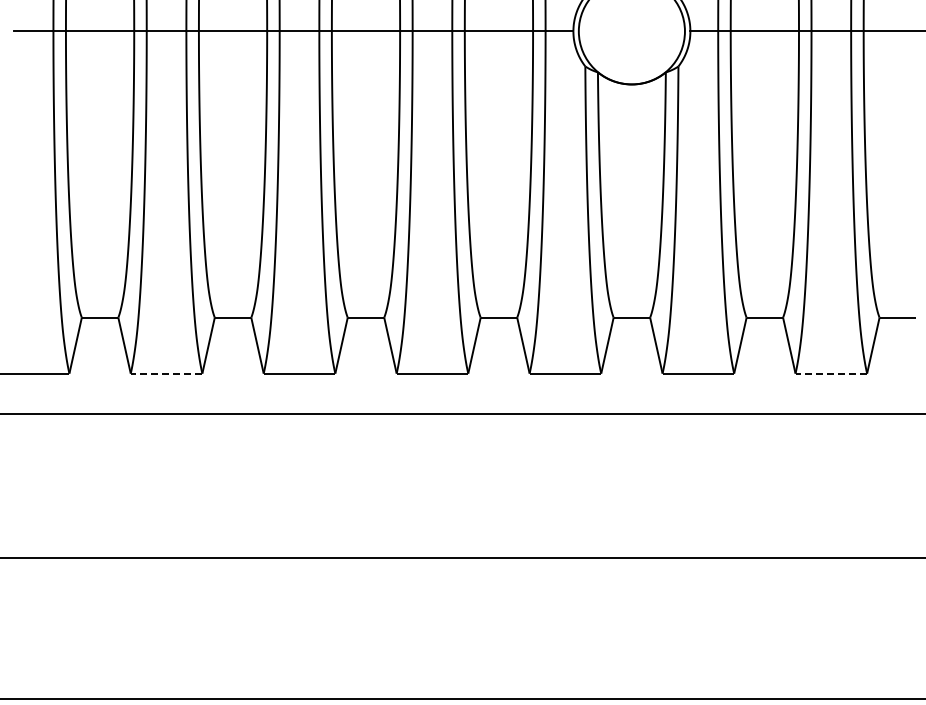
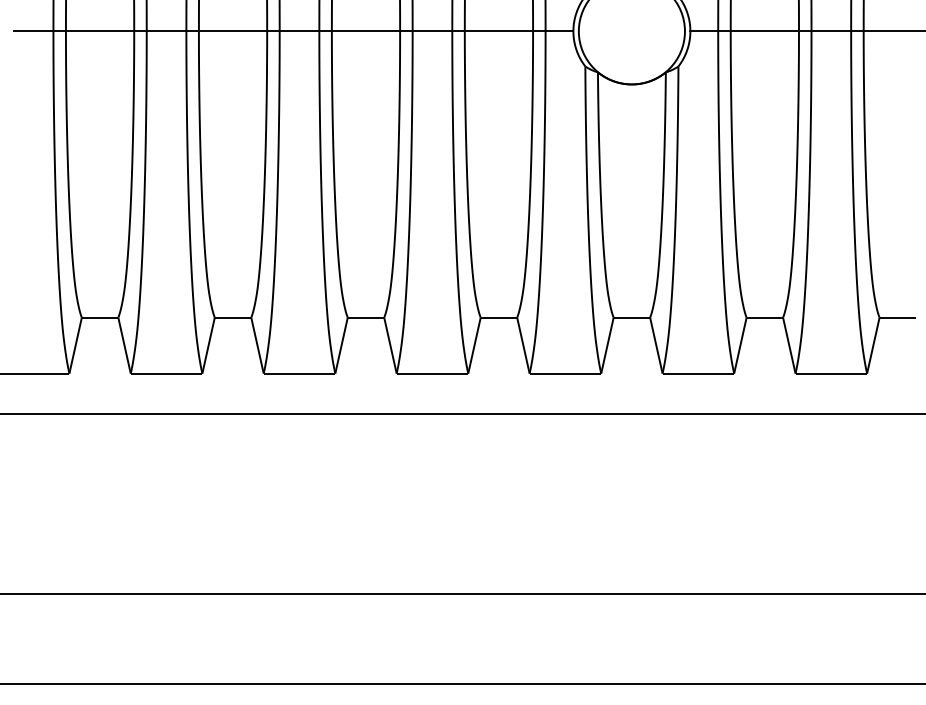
line at (167, 373): dashed -> solid
line at (832, 373): dashed -> solid
line at (462, 557) position: (462, 557) -> (462, 593)
line at (462, 698) position: (462, 698) -> (462, 683)
